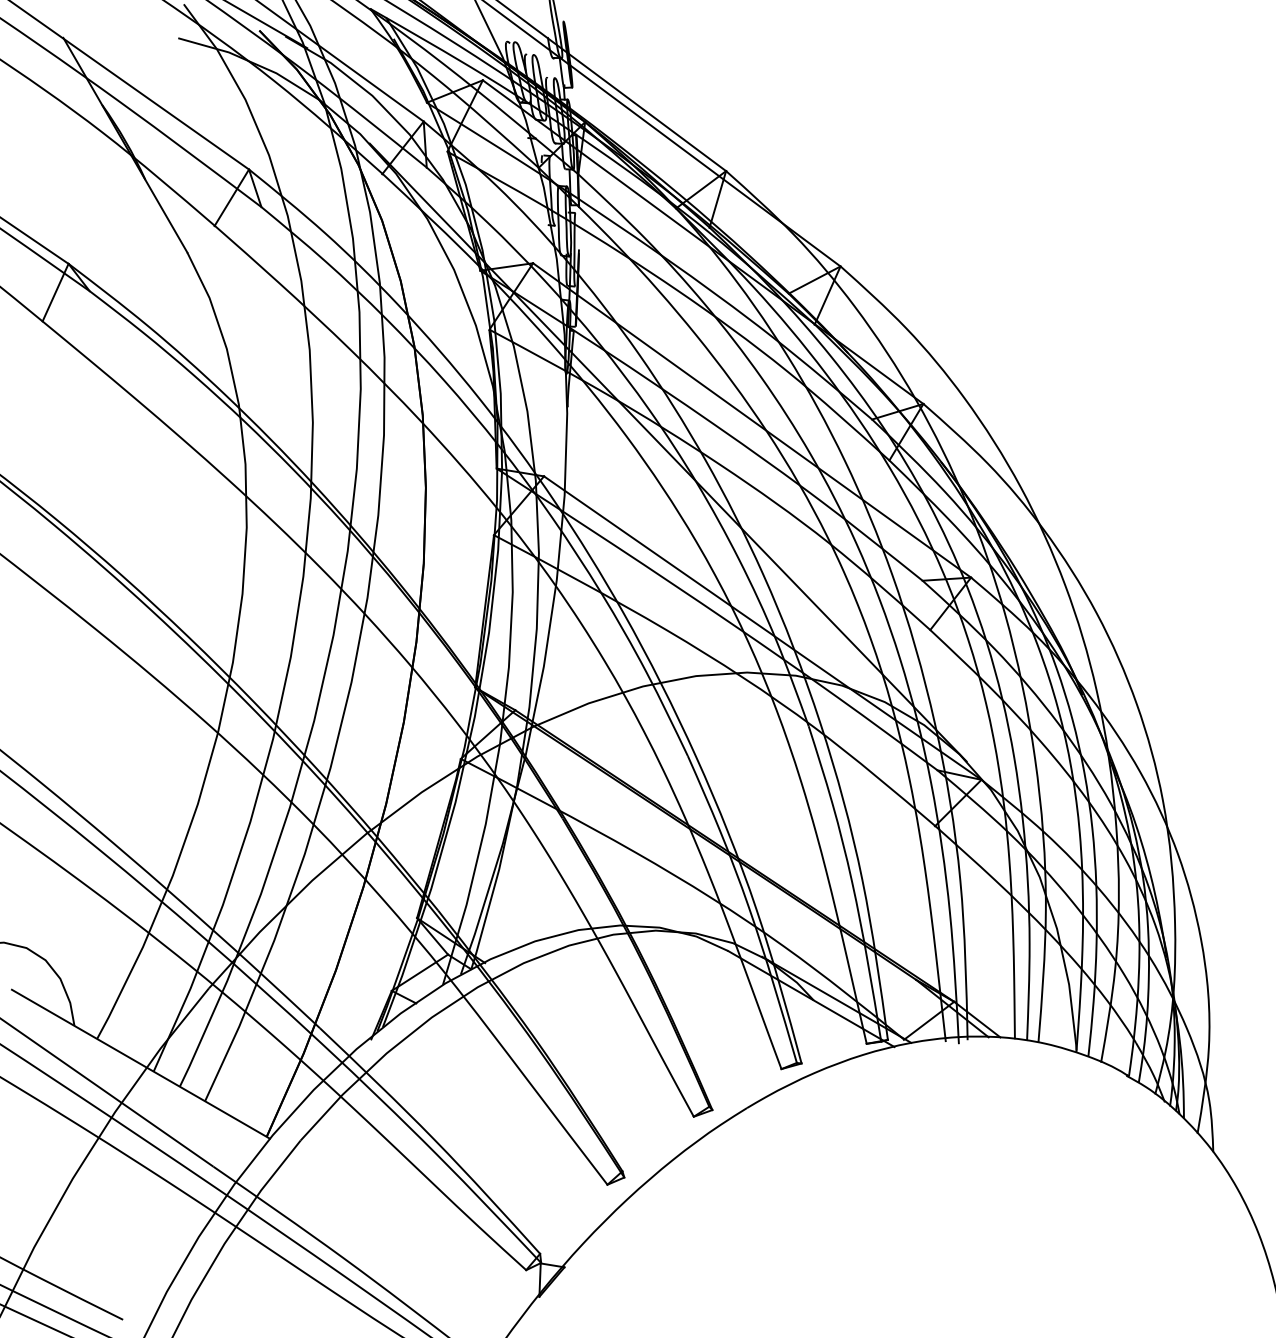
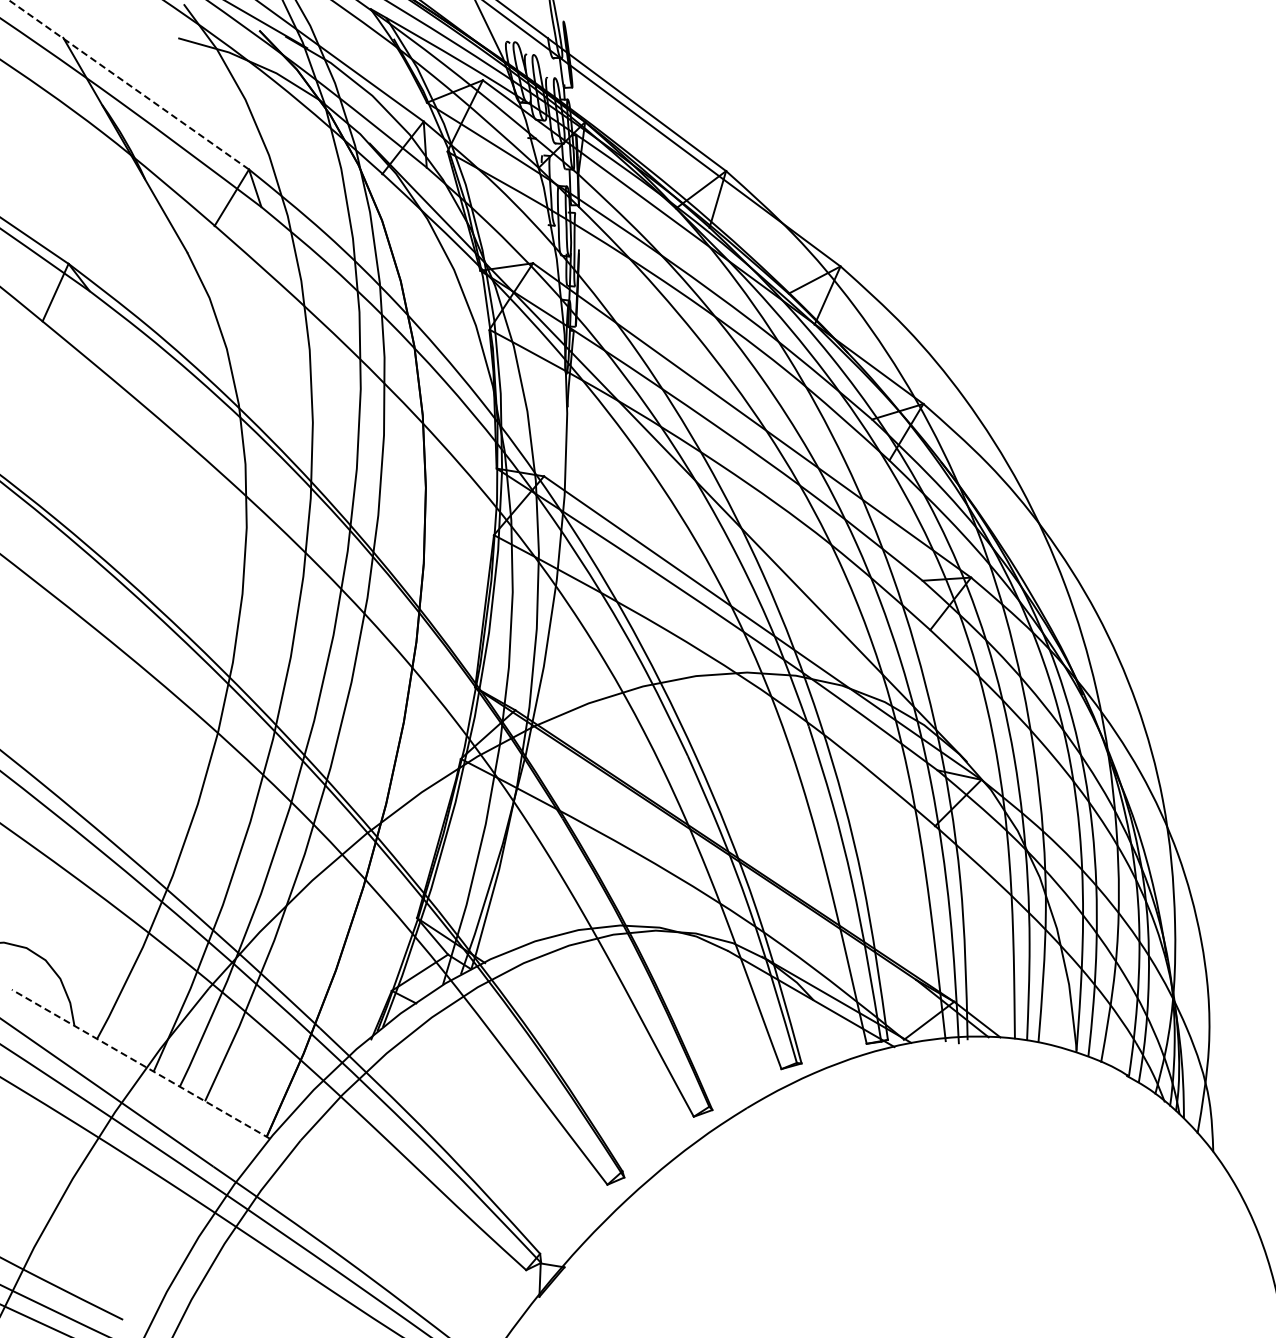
line at (129, 84): solid -> dashed
line at (140, 1064): solid -> dashed
